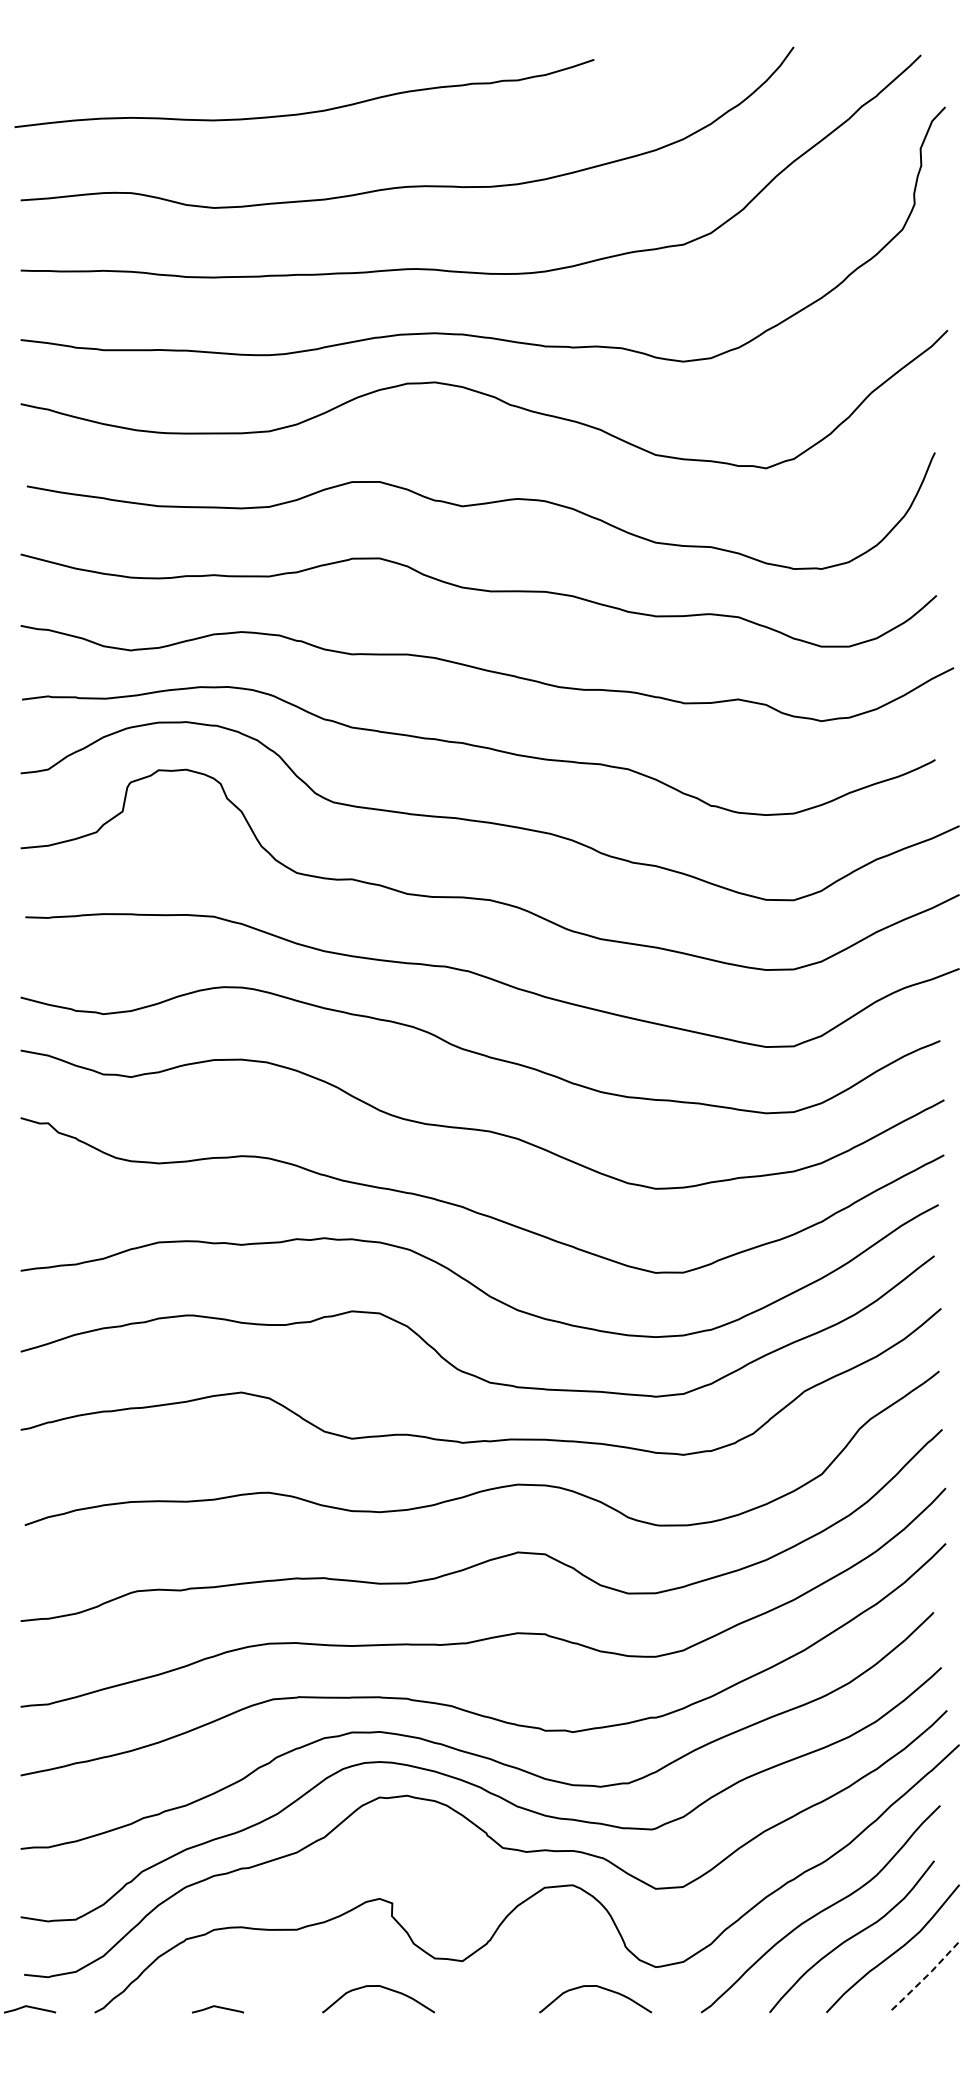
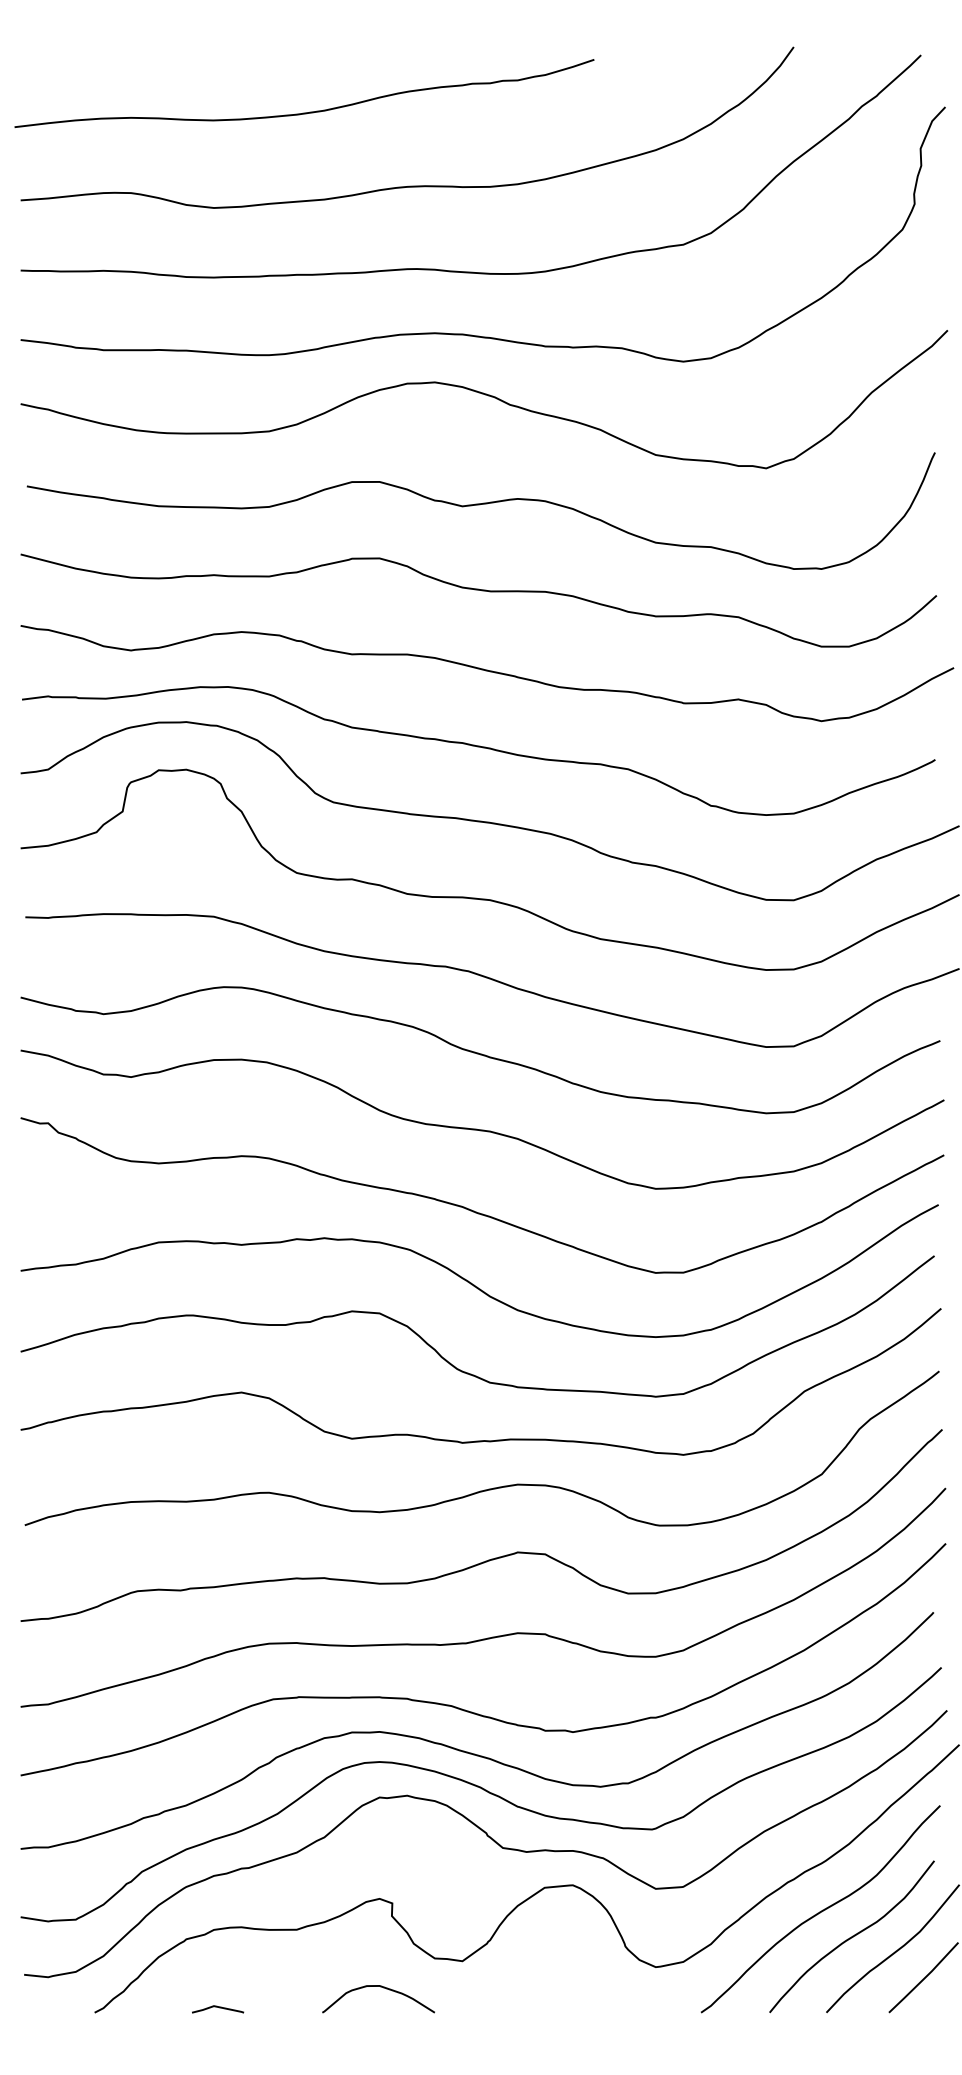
line at (924, 1978): dashed -> solid
curve at (600, 1988): present -> none
line at (31, 2008): present -> none
